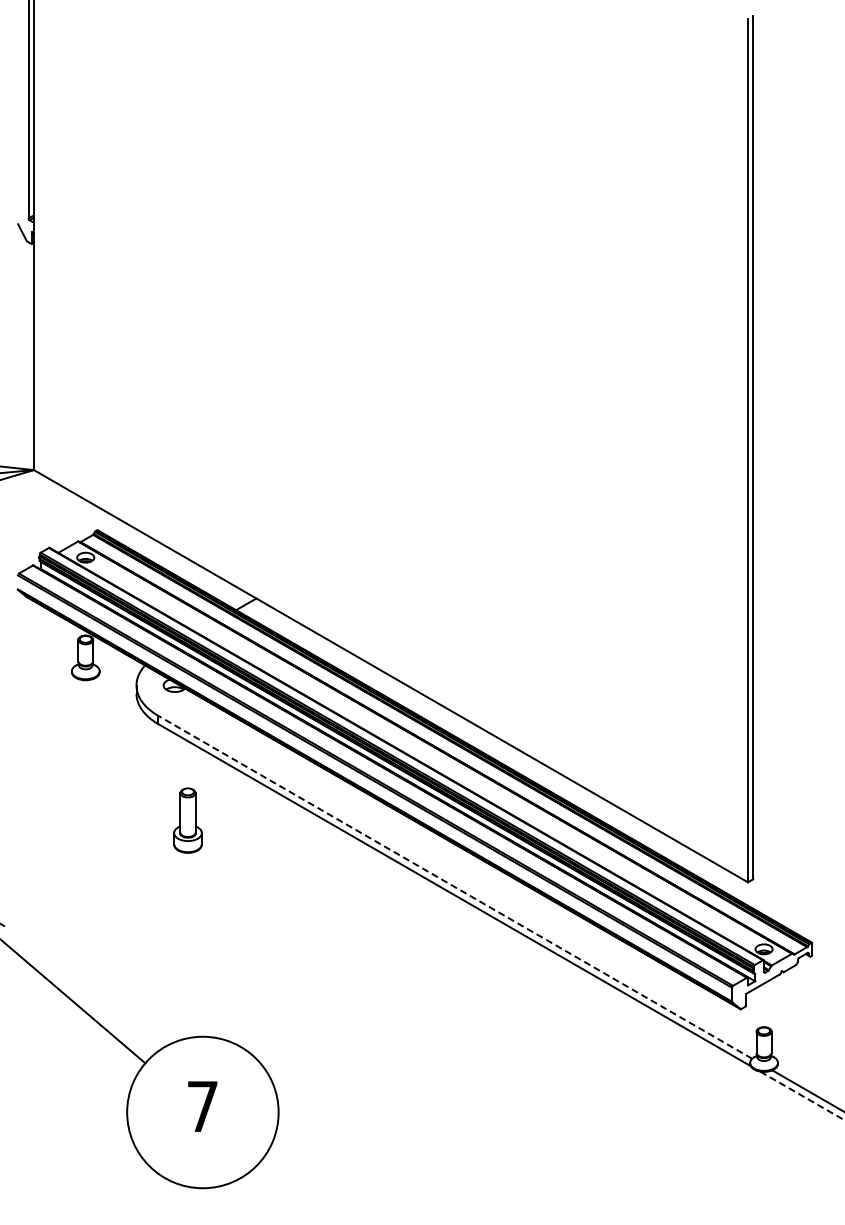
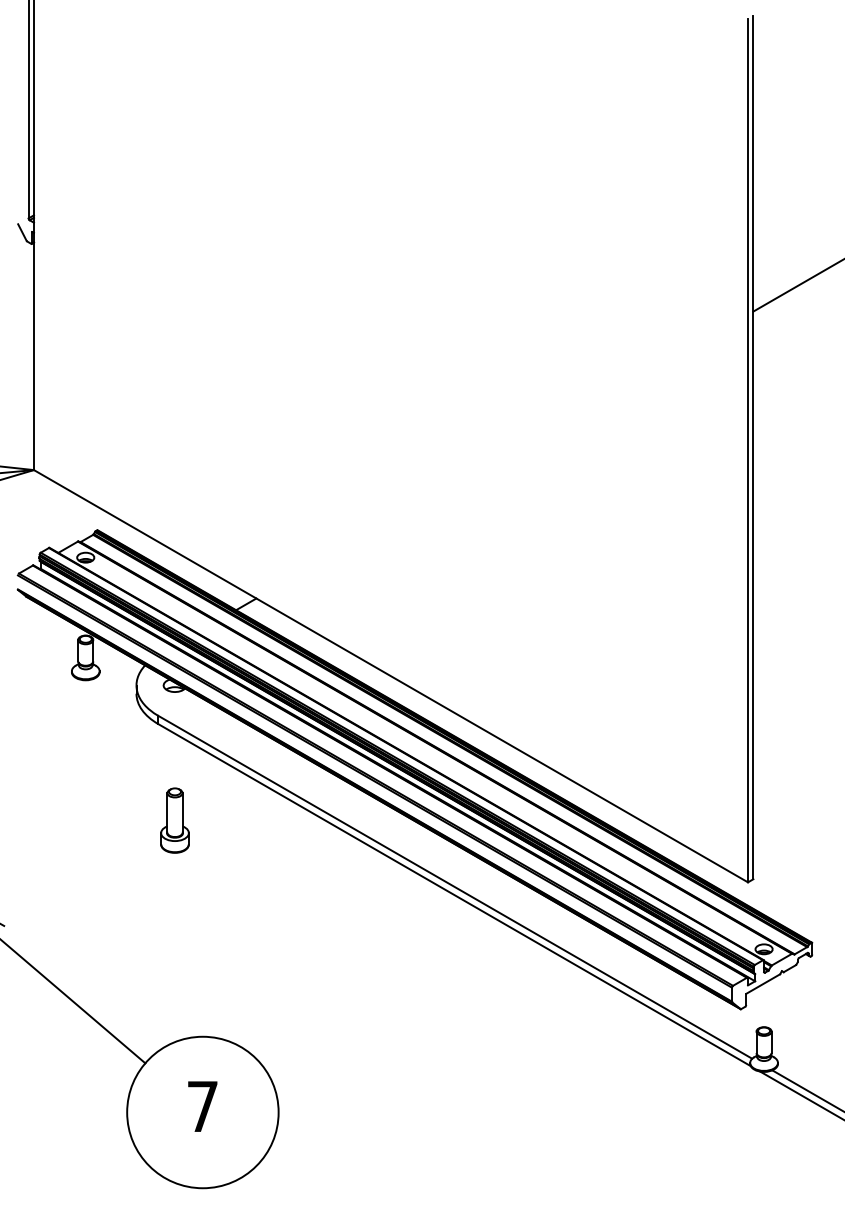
line at (797, 285): none -> present
part at (187, 820) position: (187, 820) -> (174, 820)
line at (455, 887): dashed -> solid
line at (802, 1096): dashed -> solid
